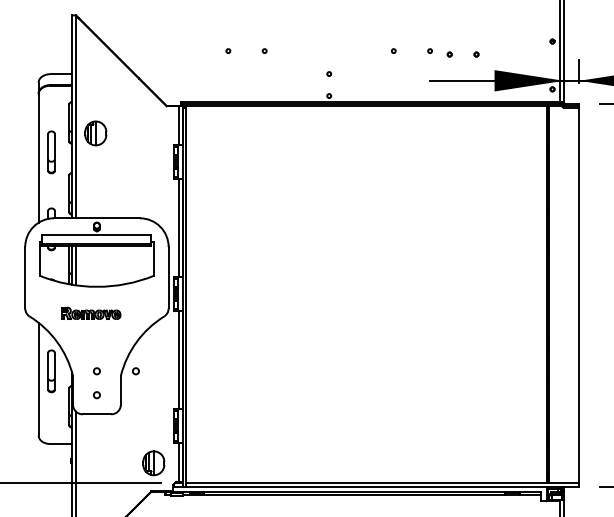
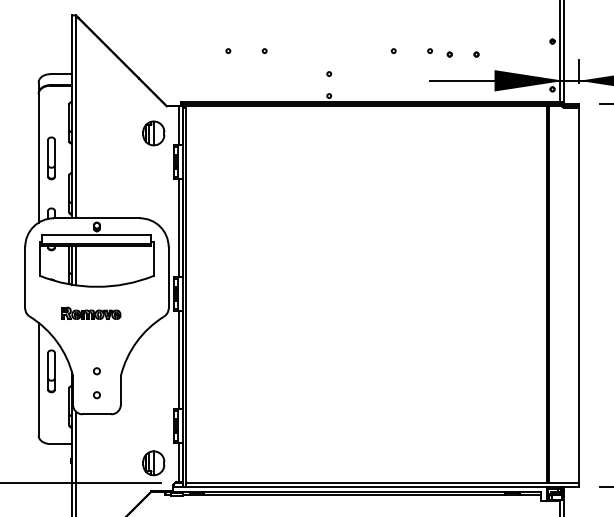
part at (95, 133) position: (95, 133) -> (153, 133)
part at (51, 152) position: (51, 152) -> (51, 158)
circle at (135, 371): present -> none
